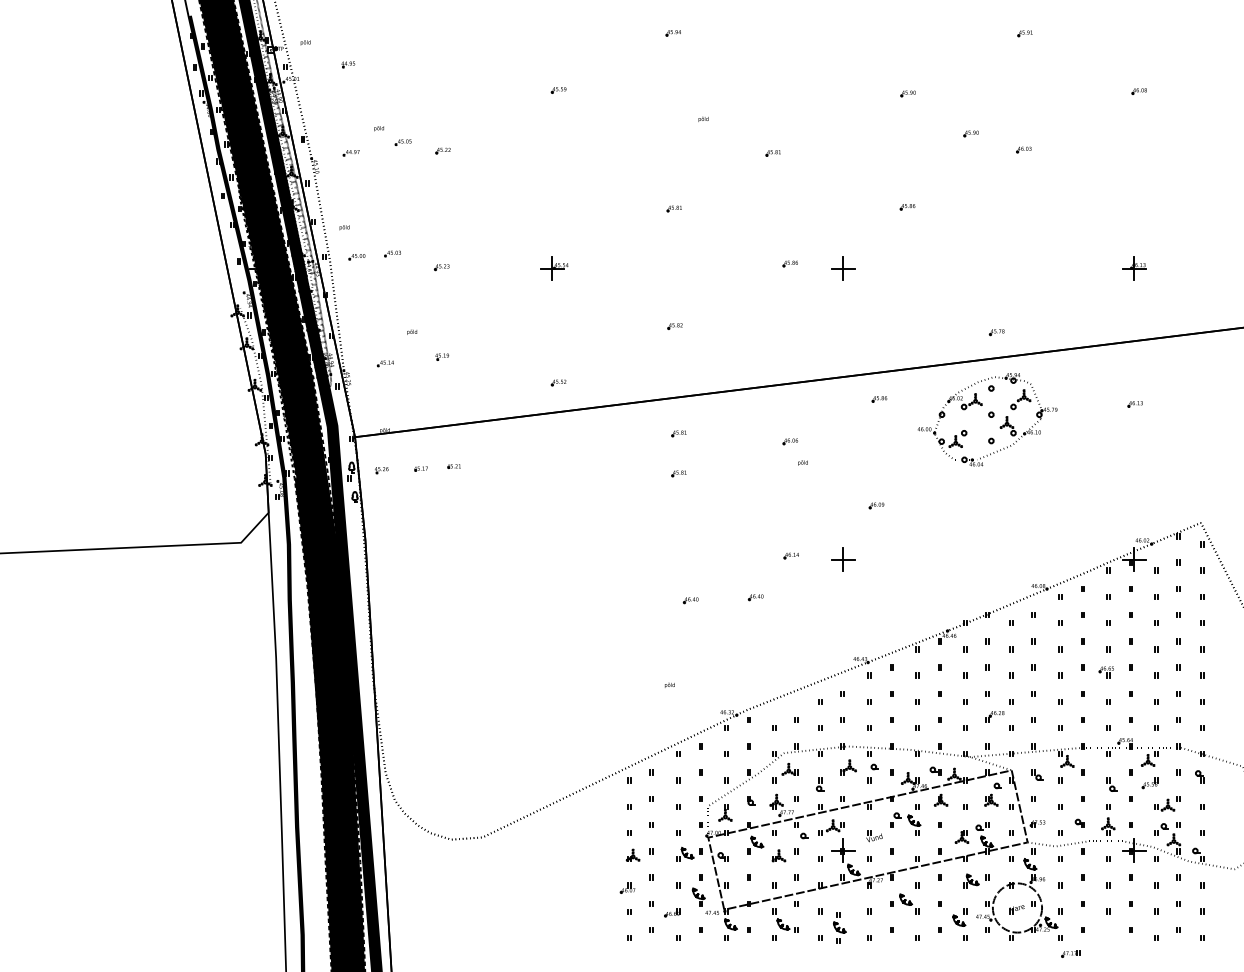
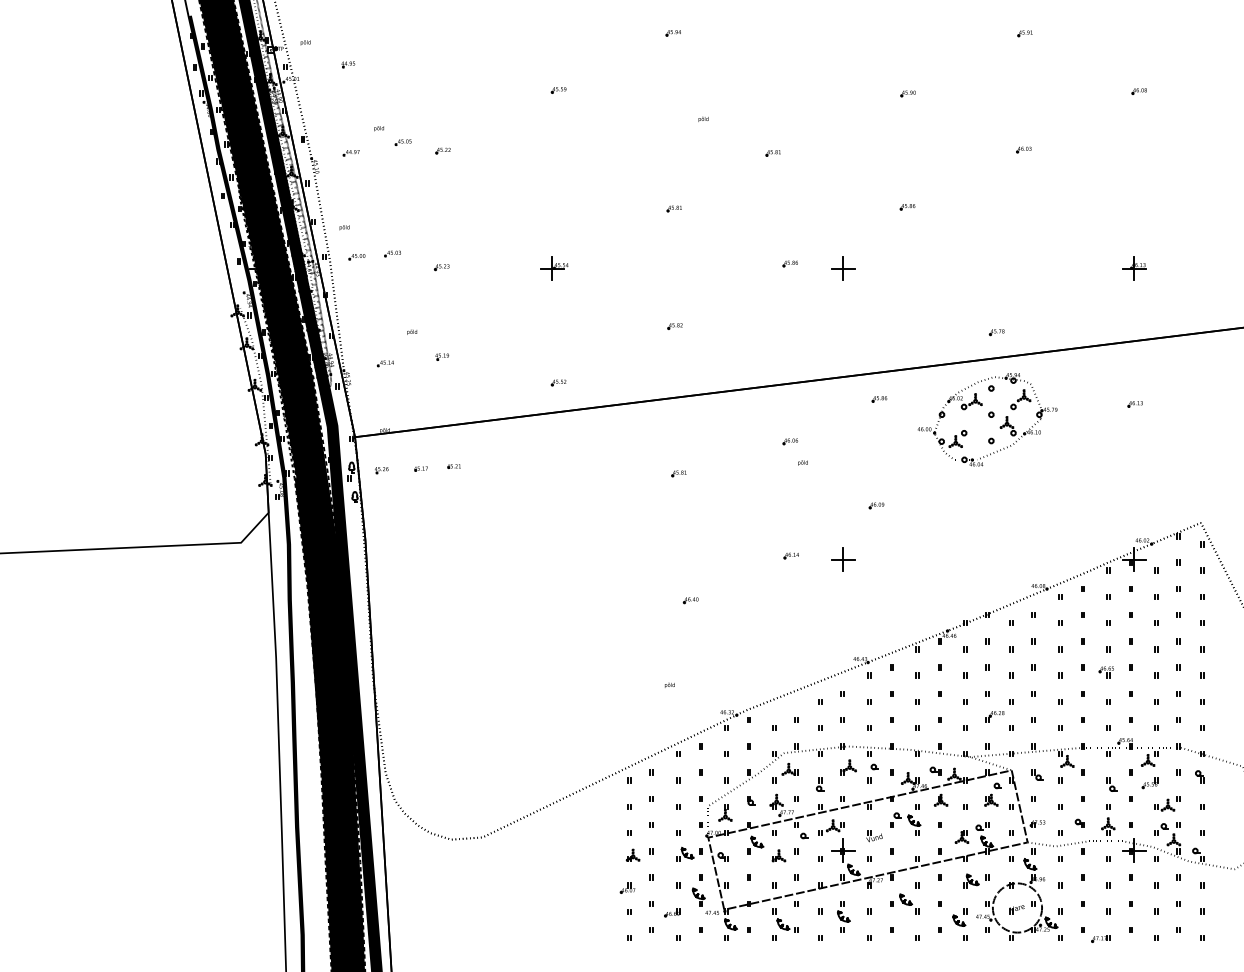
part at (970, 133): present -> none
part at (678, 433): present -> none
part at (755, 597): present -> none
part at (839, 927) position: (839, 927) -> (843, 916)
part at (1070, 953) position: (1070, 953) -> (1100, 938)
